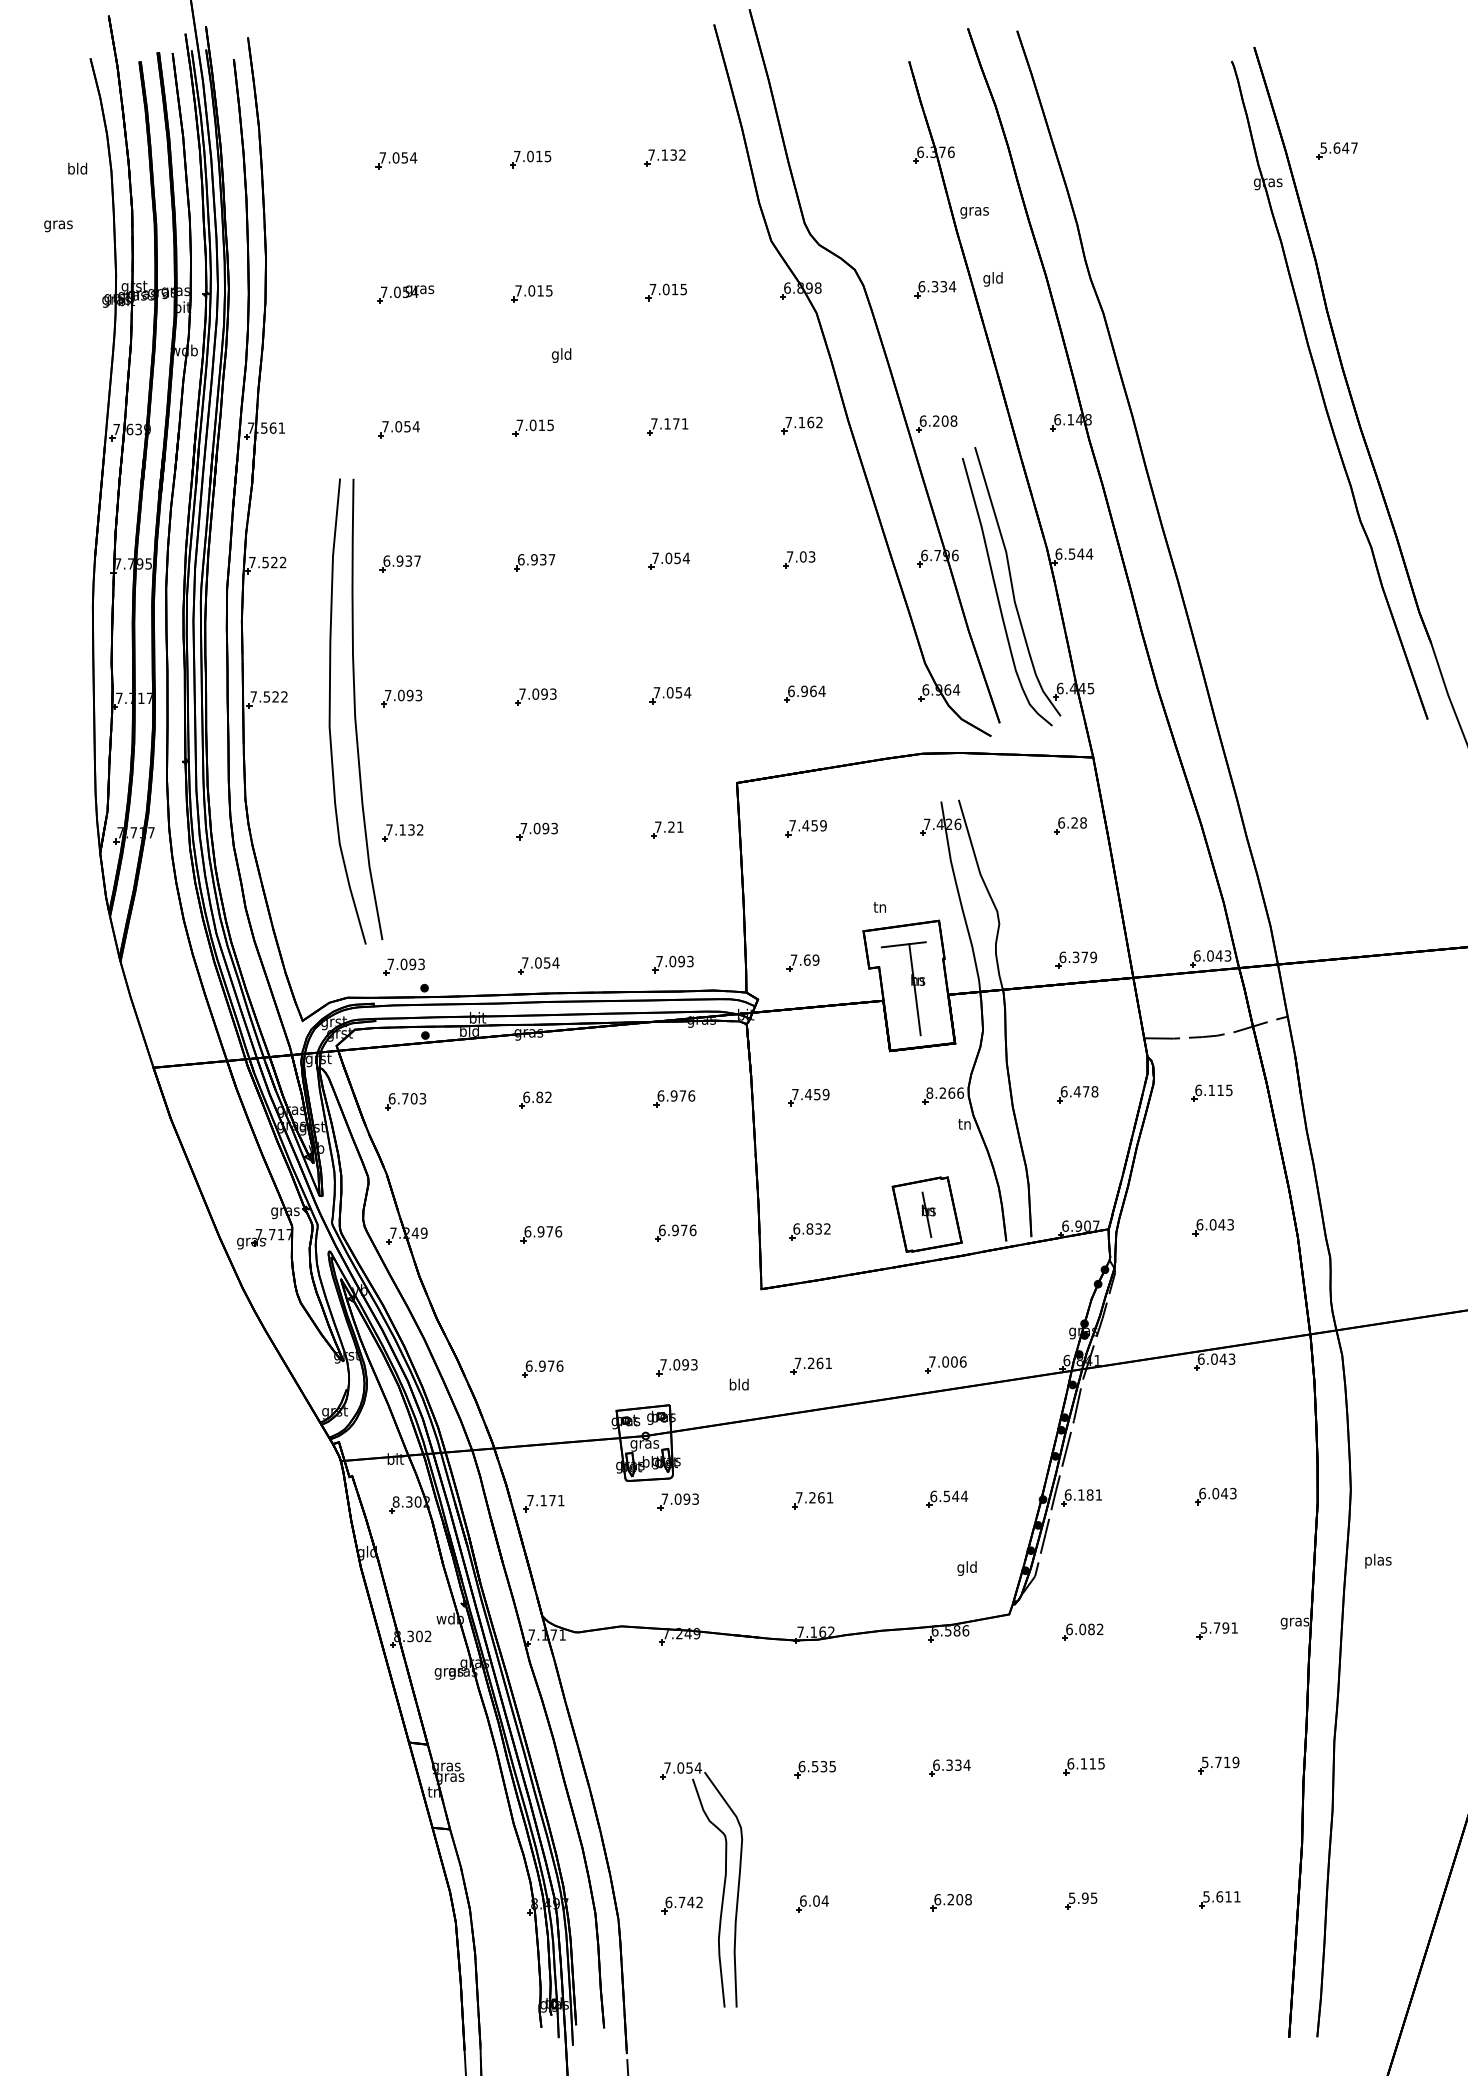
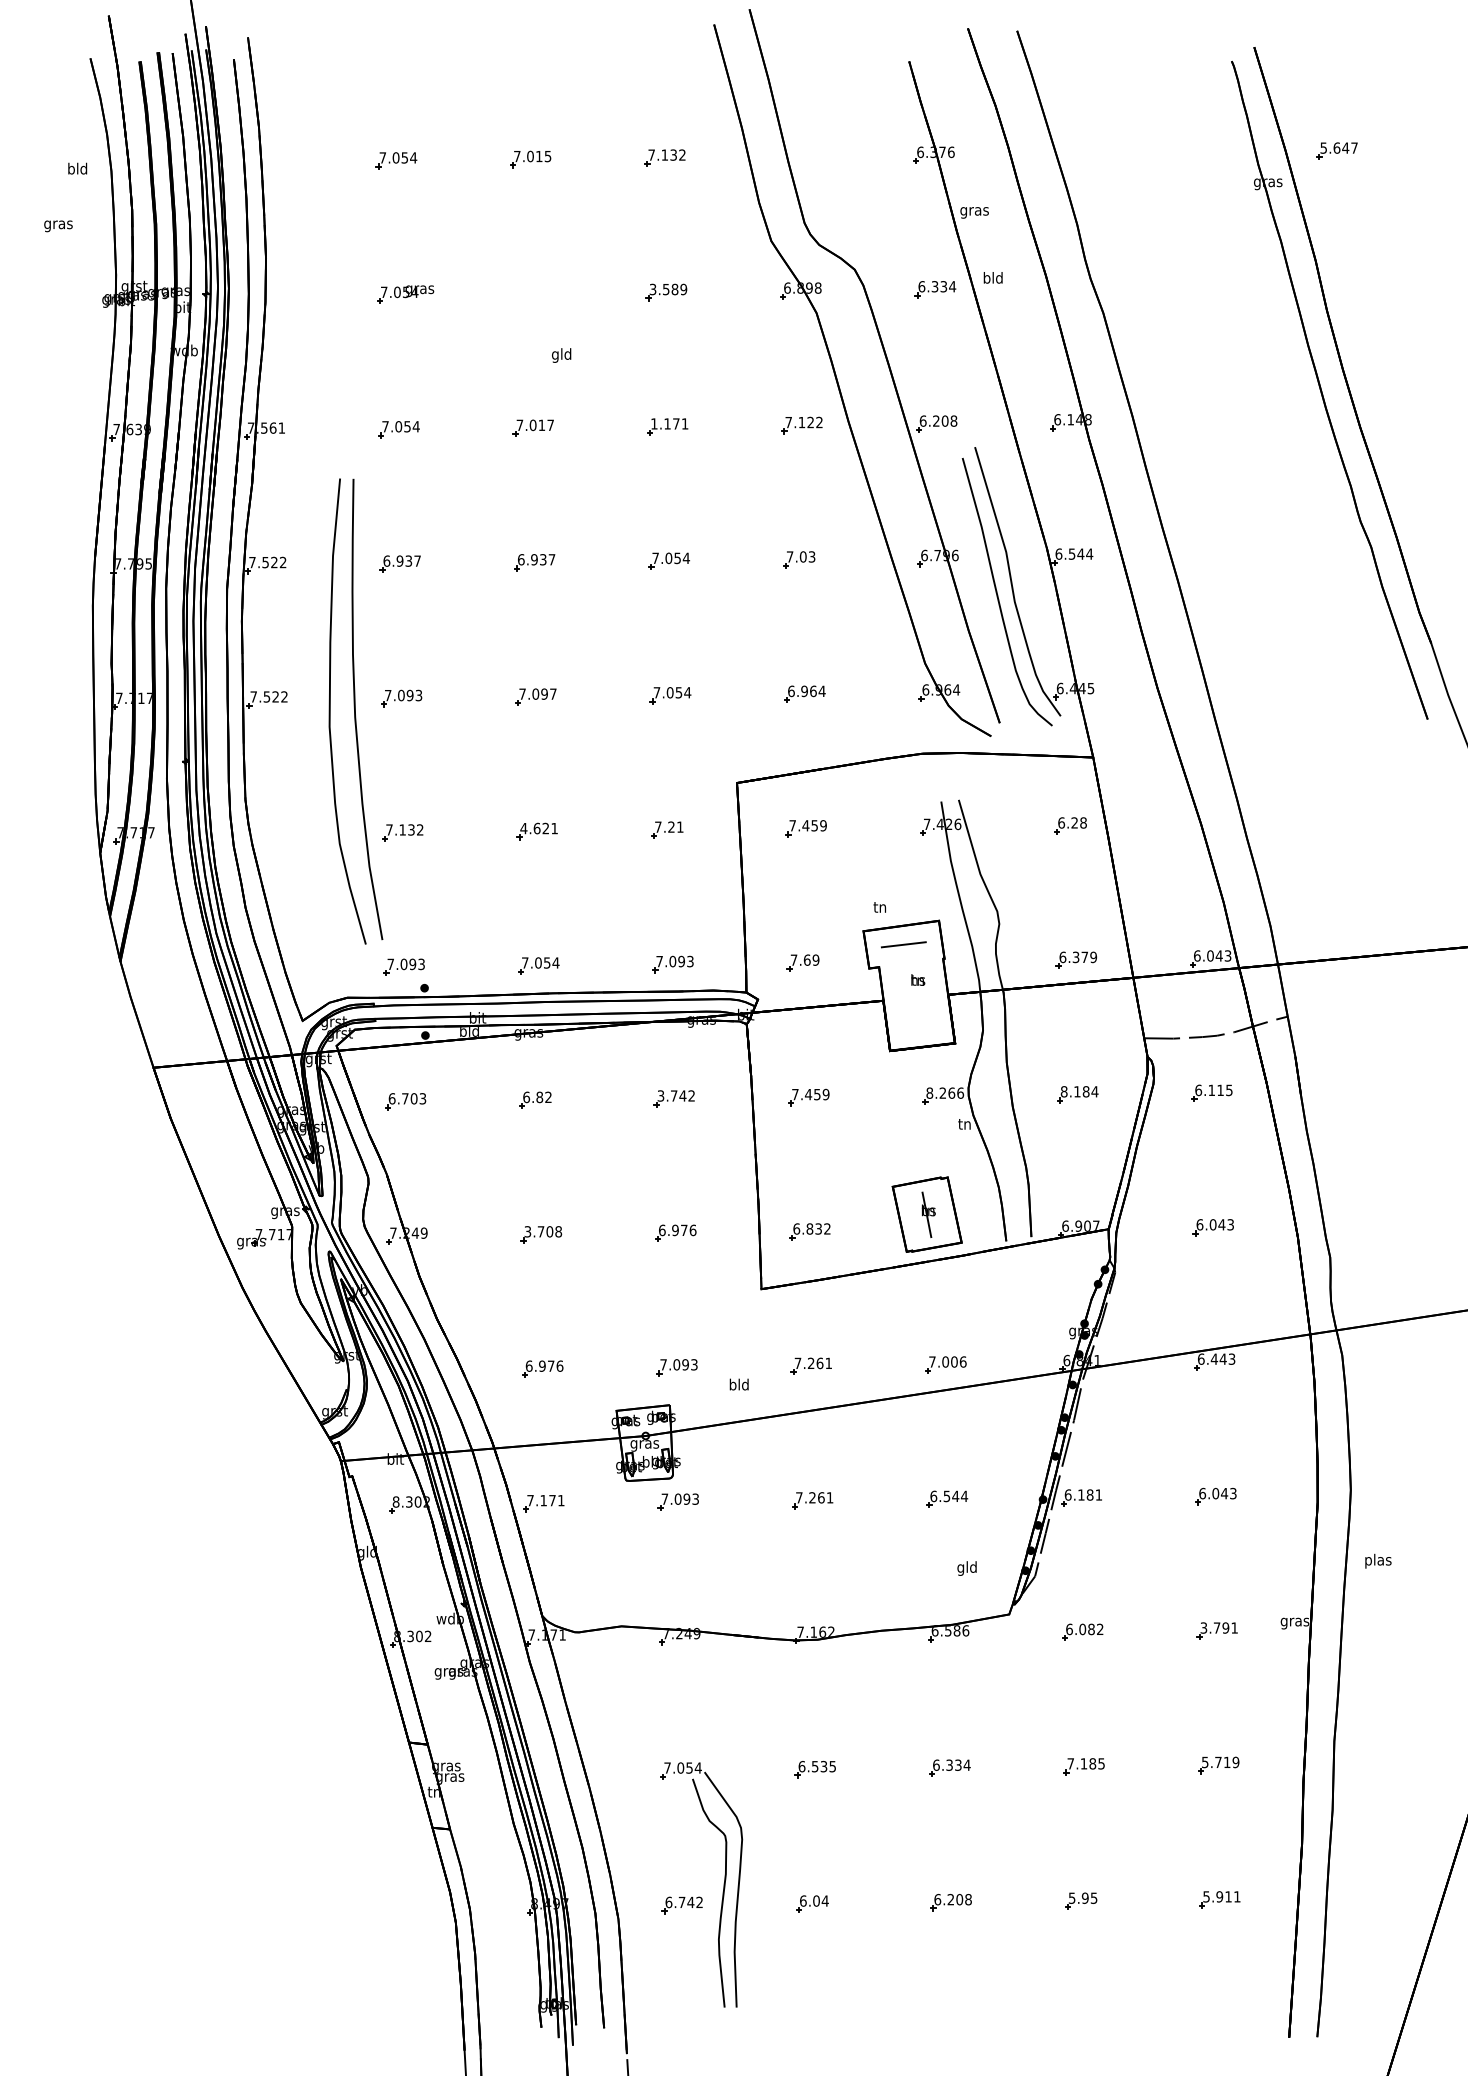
text at (986, 279): gld -> bld
text at (668, 289): 7.015 -> 3.589
part at (531, 293): present -> none
text at (810, 422): 7.162 -> 7.122
text at (654, 423): 7.171 -> 1.171
text at (550, 425): 7.015 -> 7.017
text at (553, 693): 7.093 -> 7.097
text at (538, 828): 7.093 -> 4.621
line at (914, 989): present -> none
text at (1079, 1091): 6.478 -> 8.184
text at (676, 1095): 6.976 -> 3.742
text at (543, 1231): 6.976 -> 3.708
text at (1214, 1358): 6.043 -> 6.443
text at (1204, 1627): 5.791 -> 3.791
text at (1081, 1763): 6.115 -> 7.185
text at (1219, 1896): 5.611 -> 5.911
